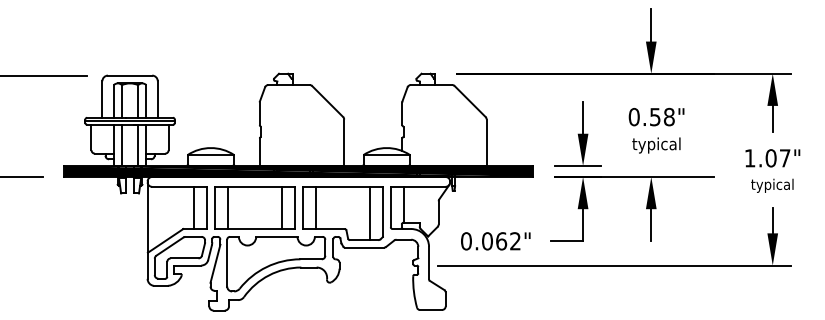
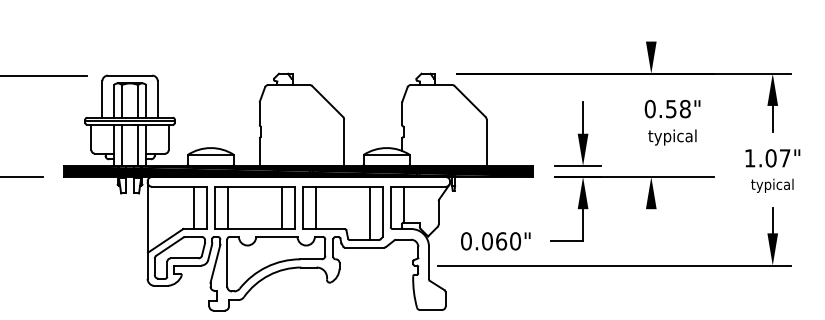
line at (651, 25): present -> none
text at (656, 130) position: (656, 130) -> (672, 122)
line at (651, 225): present -> none
text at (515, 241): 0.062" -> 0.060"
